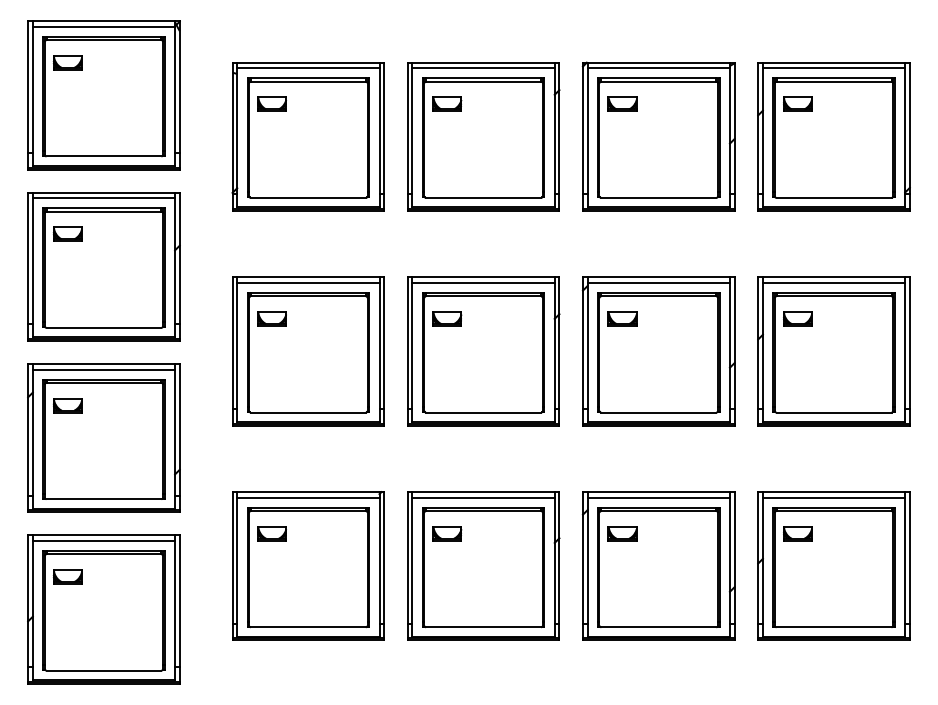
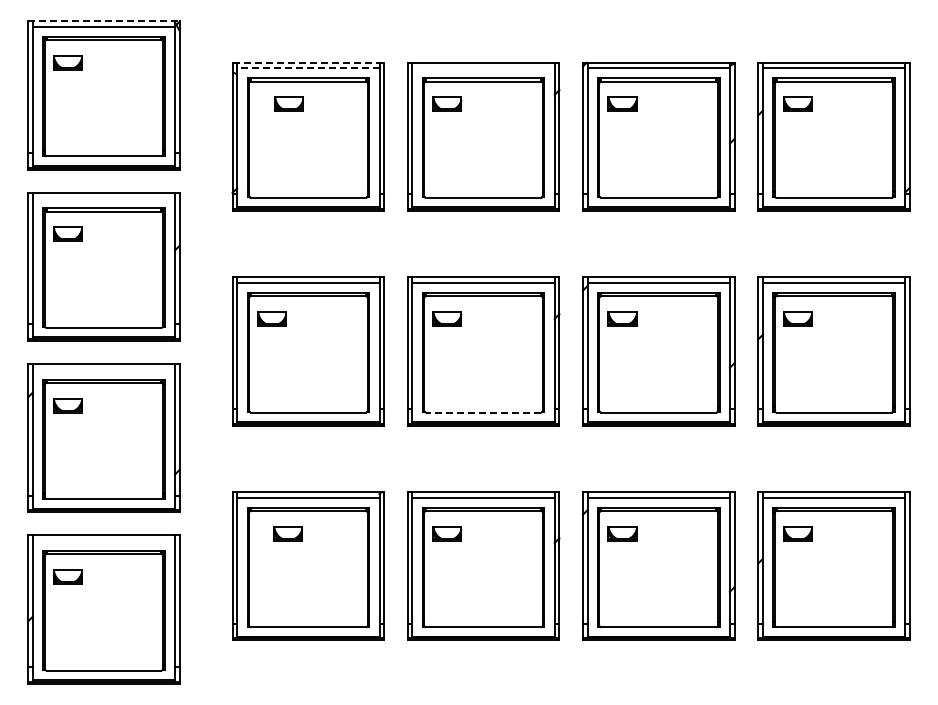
line at (103, 21): solid -> dashed
line at (308, 62): solid -> dashed
line at (307, 68): solid -> dashed
line at (483, 68): present -> none
part at (271, 103) position: (271, 103) -> (288, 103)
line at (103, 198): present -> none
line at (103, 369): present -> none
line at (483, 412): solid -> dashed
part at (271, 533) position: (271, 533) -> (287, 533)
line at (103, 540): present -> none
